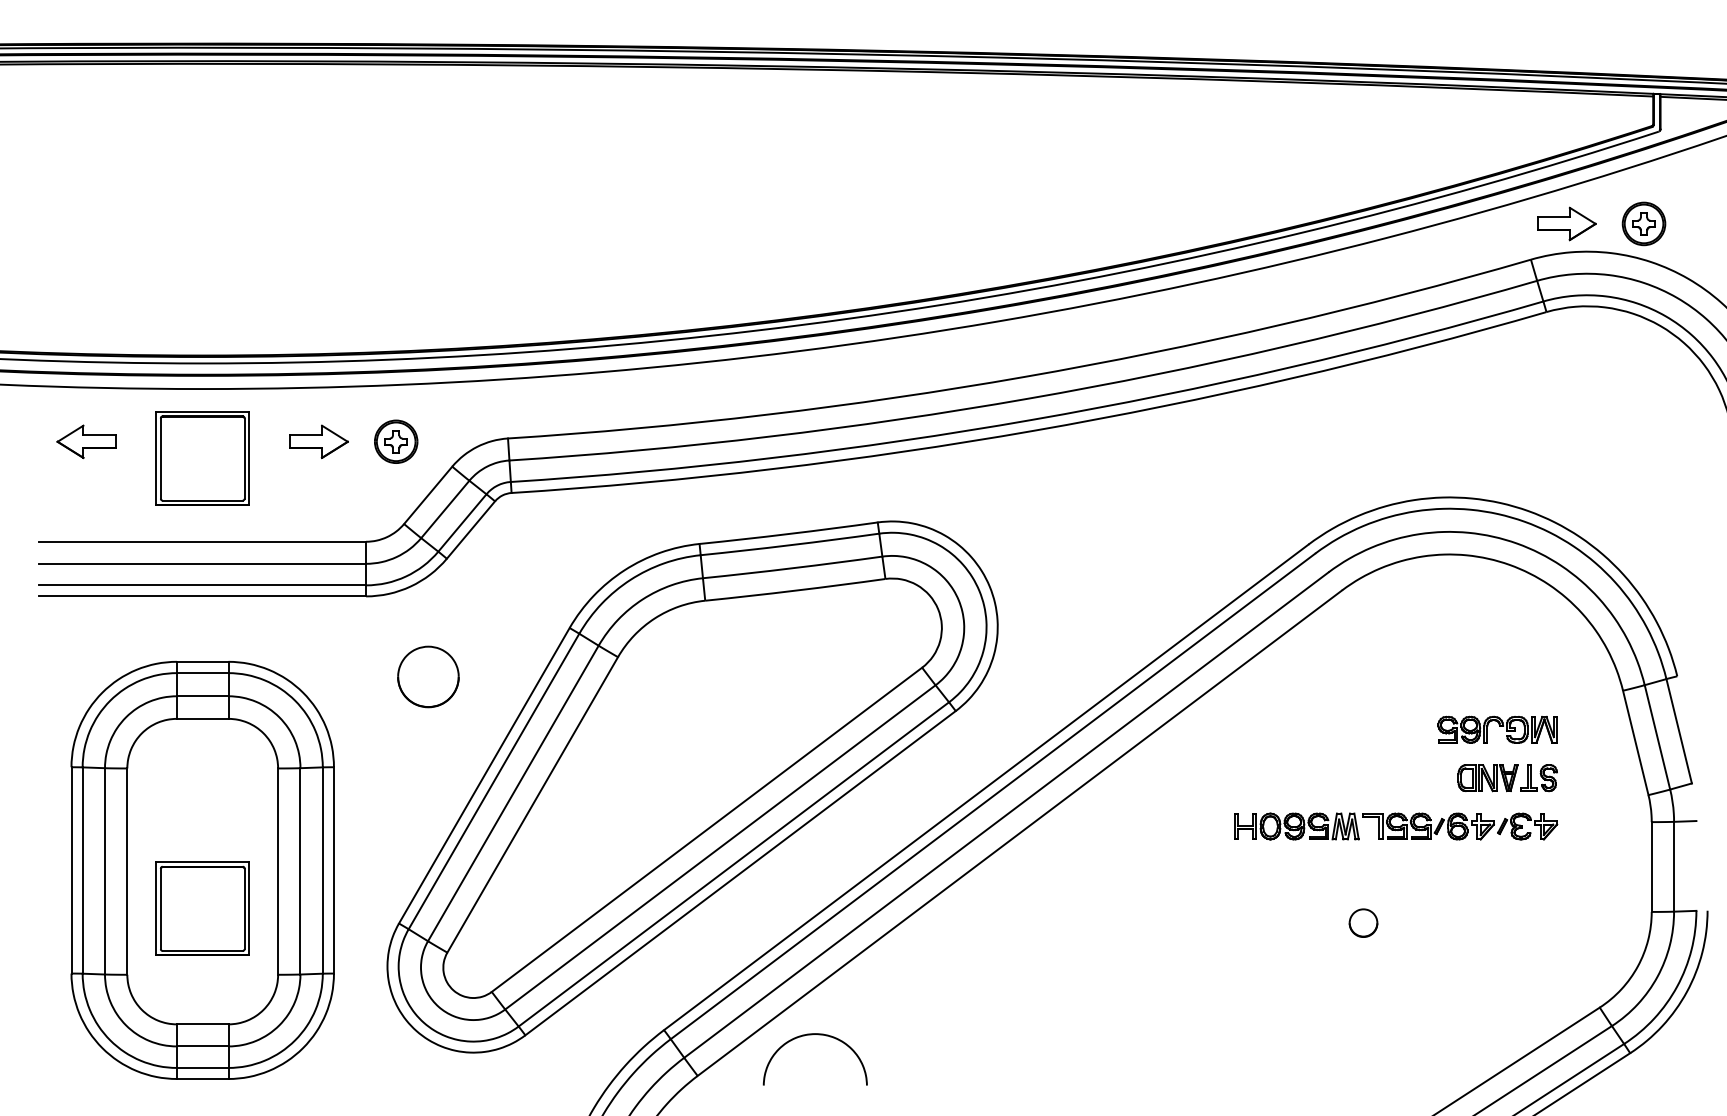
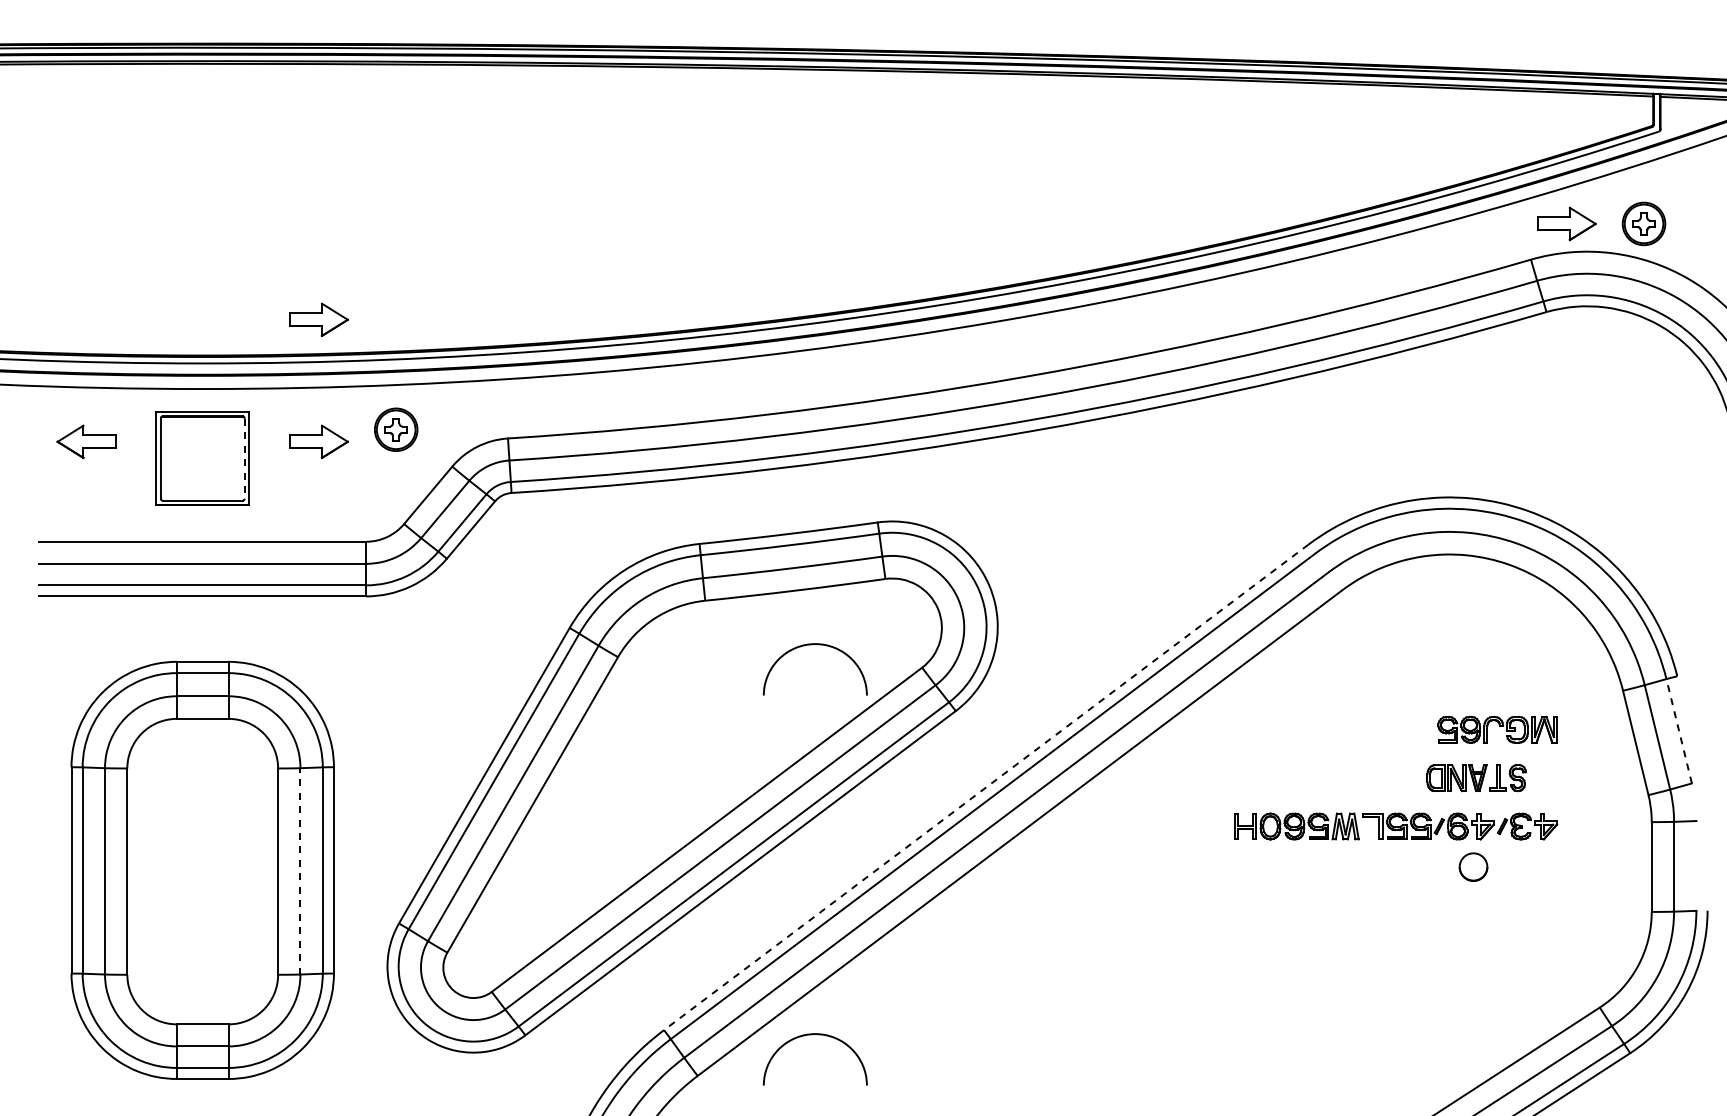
part at (318, 319): none -> present
part at (396, 441) position: (396, 441) -> (396, 429)
line at (244, 458): solid -> dashed
curve at (812, 645): none -> present
part at (428, 676): present -> none
line at (1679, 731): solid -> dashed
part at (1507, 778) position: (1507, 778) -> (1476, 778)
line at (985, 787): solid -> dashed
line at (300, 870): solid -> dashed
part at (202, 908): present -> none
part at (1363, 922) position: (1363, 922) -> (1473, 866)
